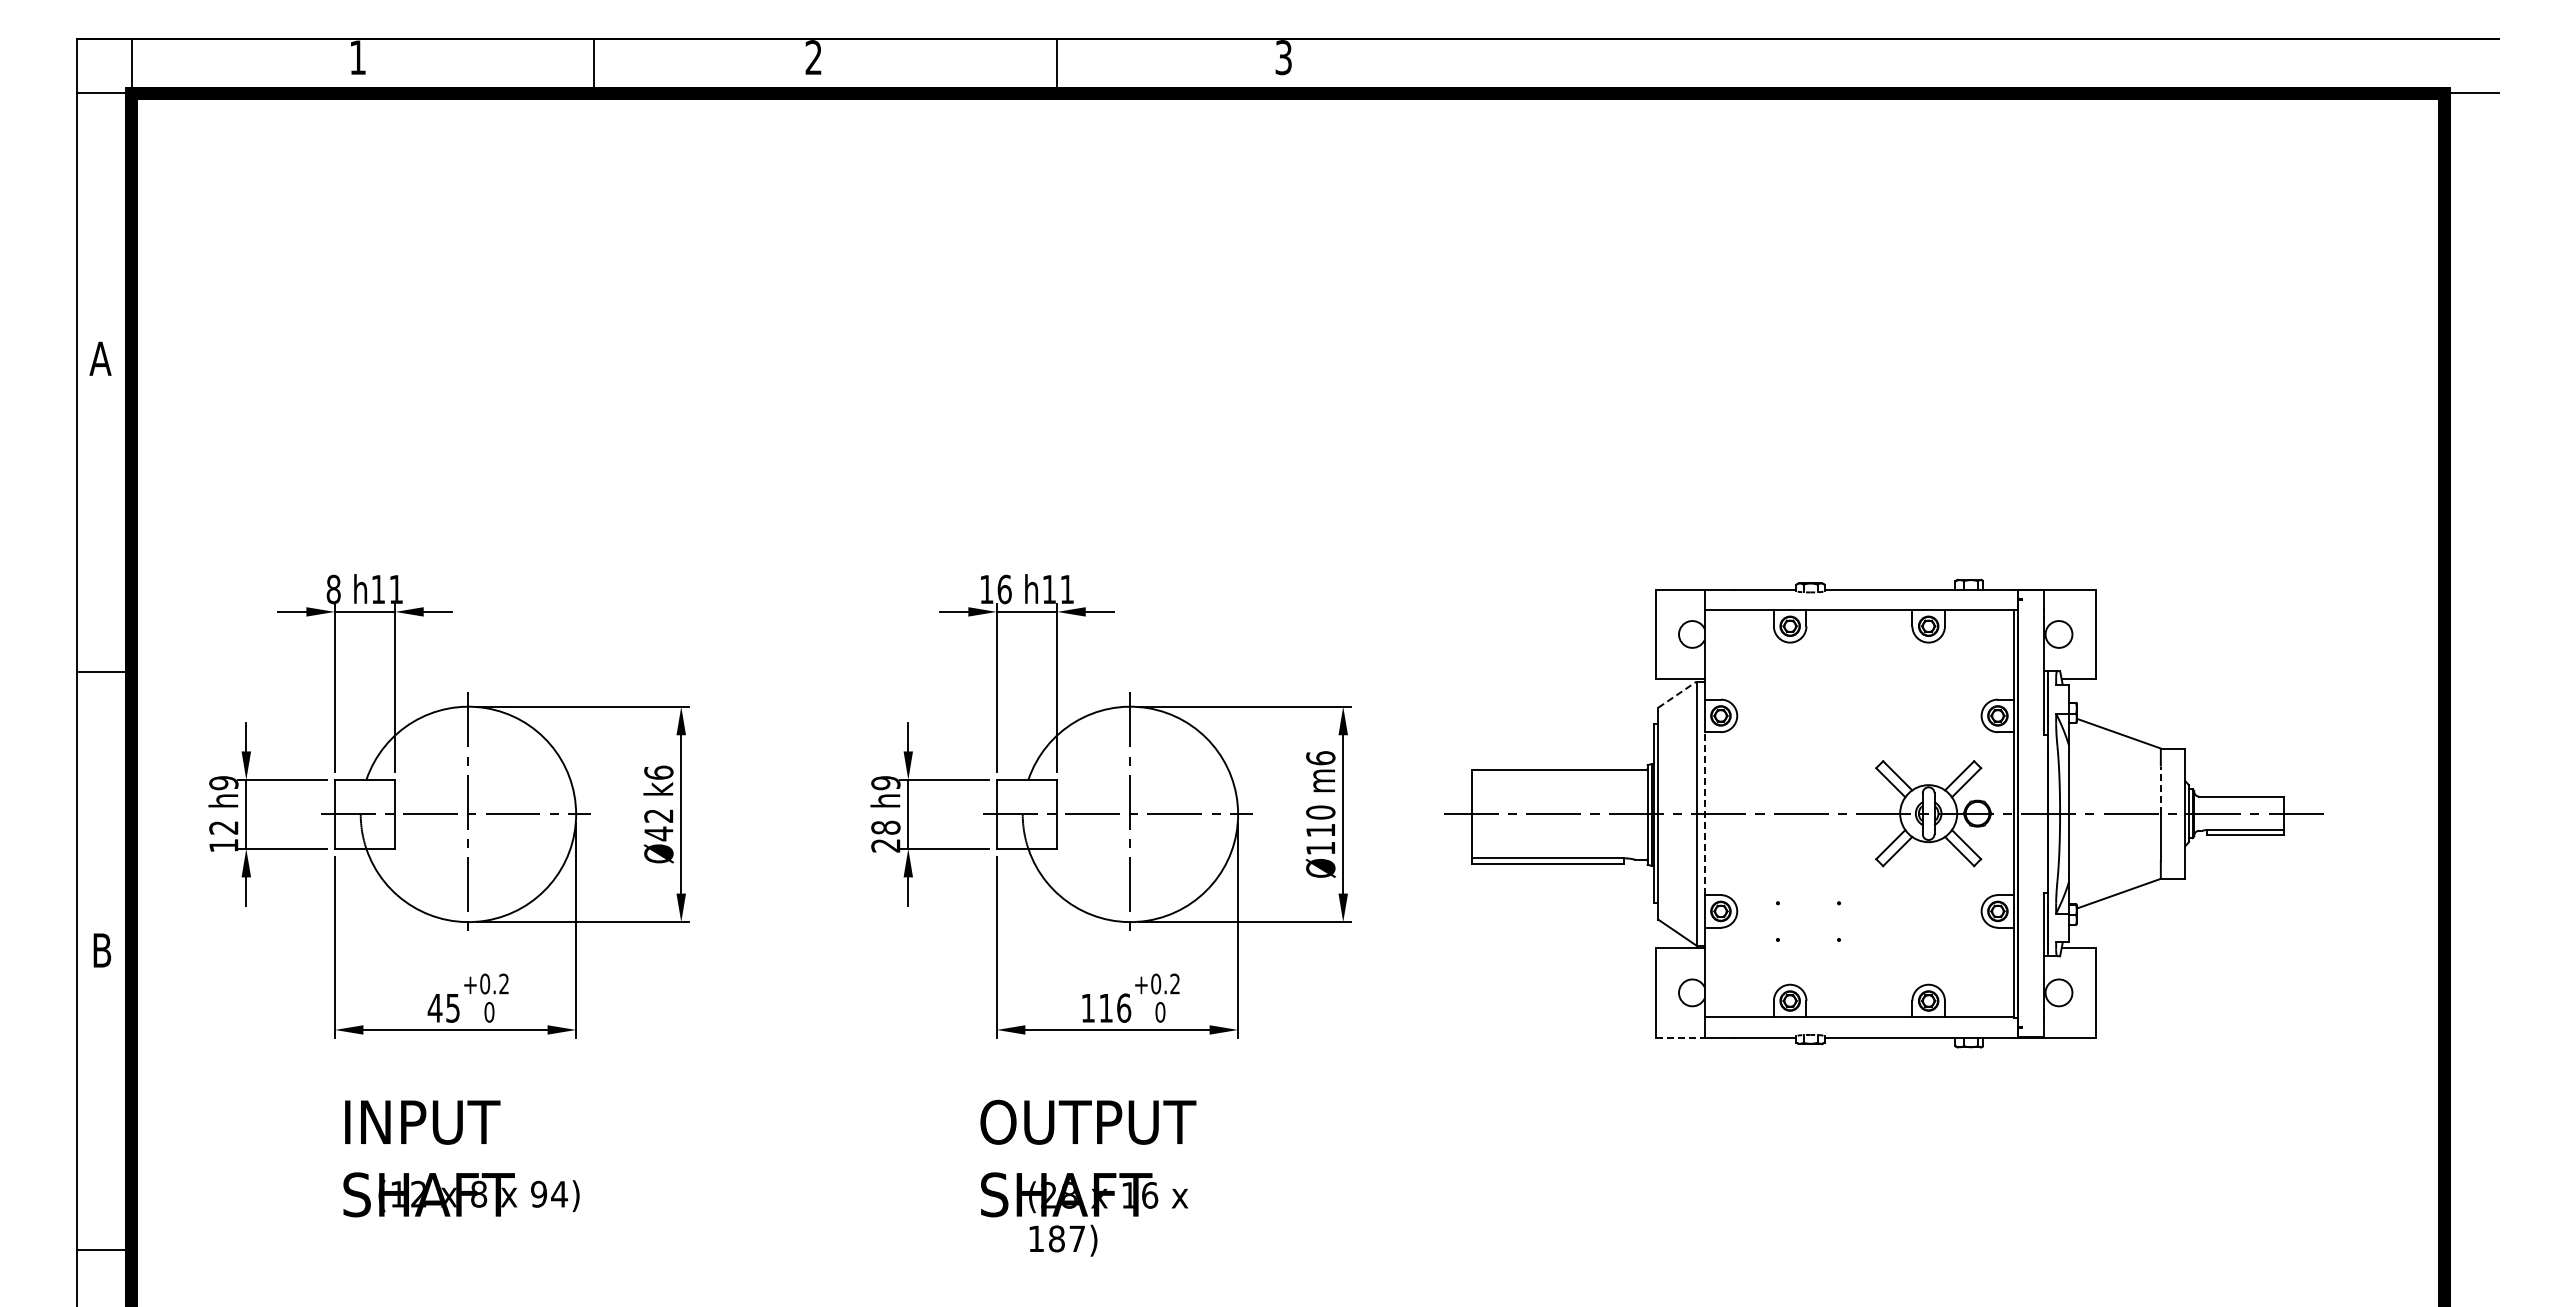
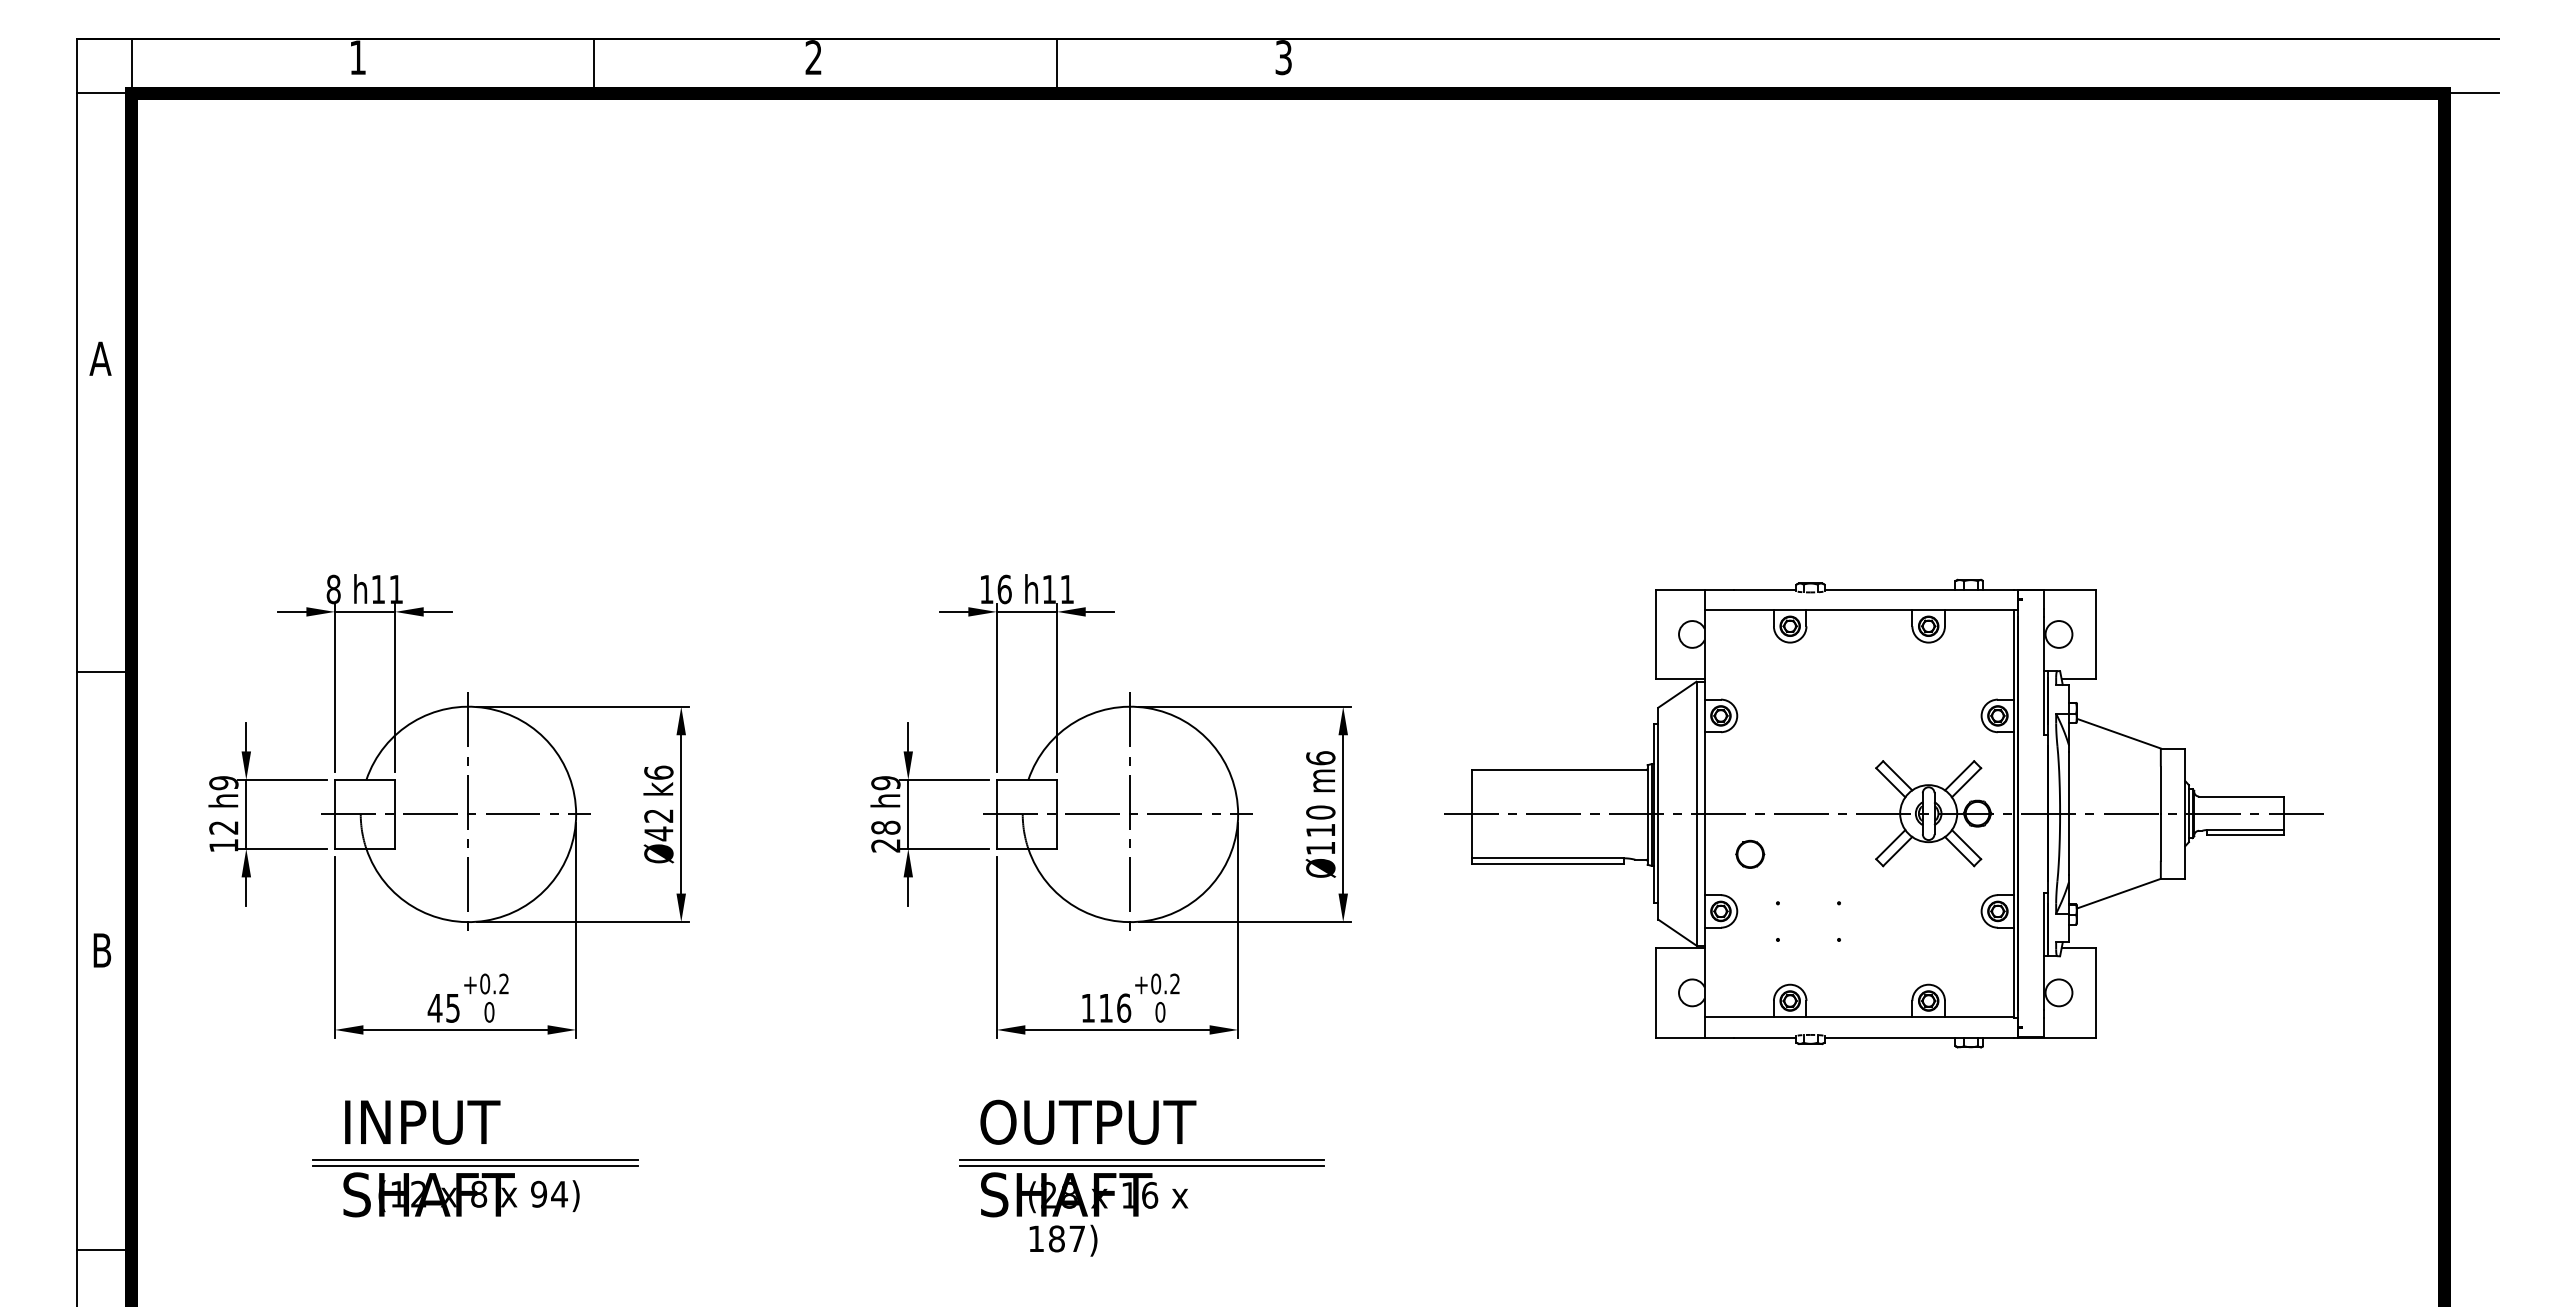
line at (1677, 694): dashed -> solid
line at (2160, 790): dashed -> solid
line at (1704, 813): dashed -> solid
part at (1750, 853): none -> present
line at (1680, 1037): dashed -> solid
line at (475, 1160): none -> present
line at (1141, 1160): none -> present
line at (475, 1166): none -> present
line at (1141, 1166): none -> present
